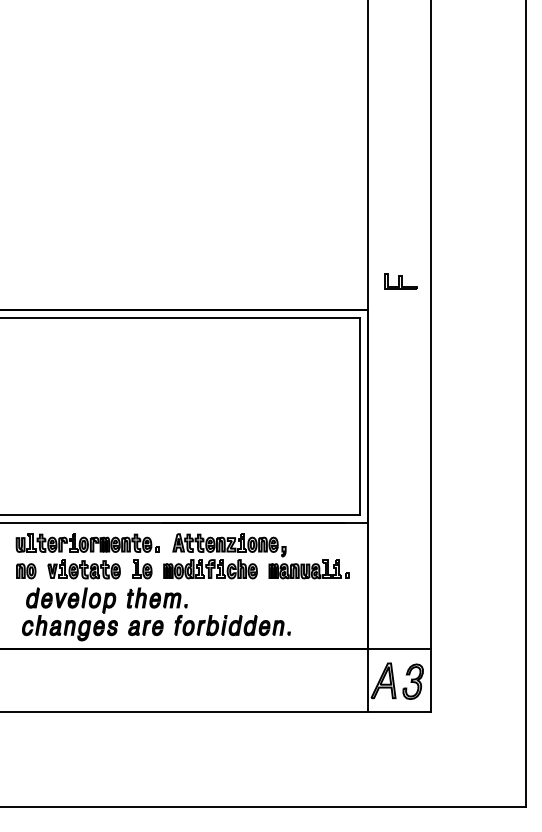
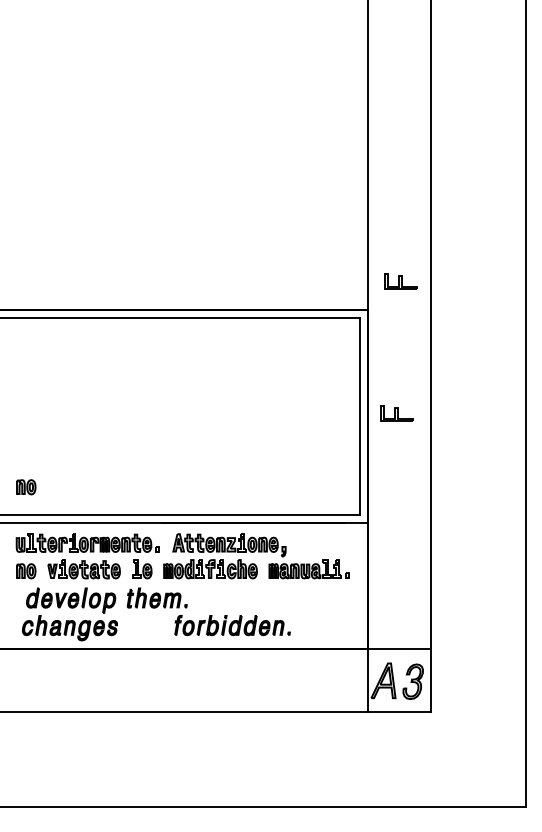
part at (396, 413): none -> present
part at (26, 487): none -> present
part at (145, 628): present -> none
